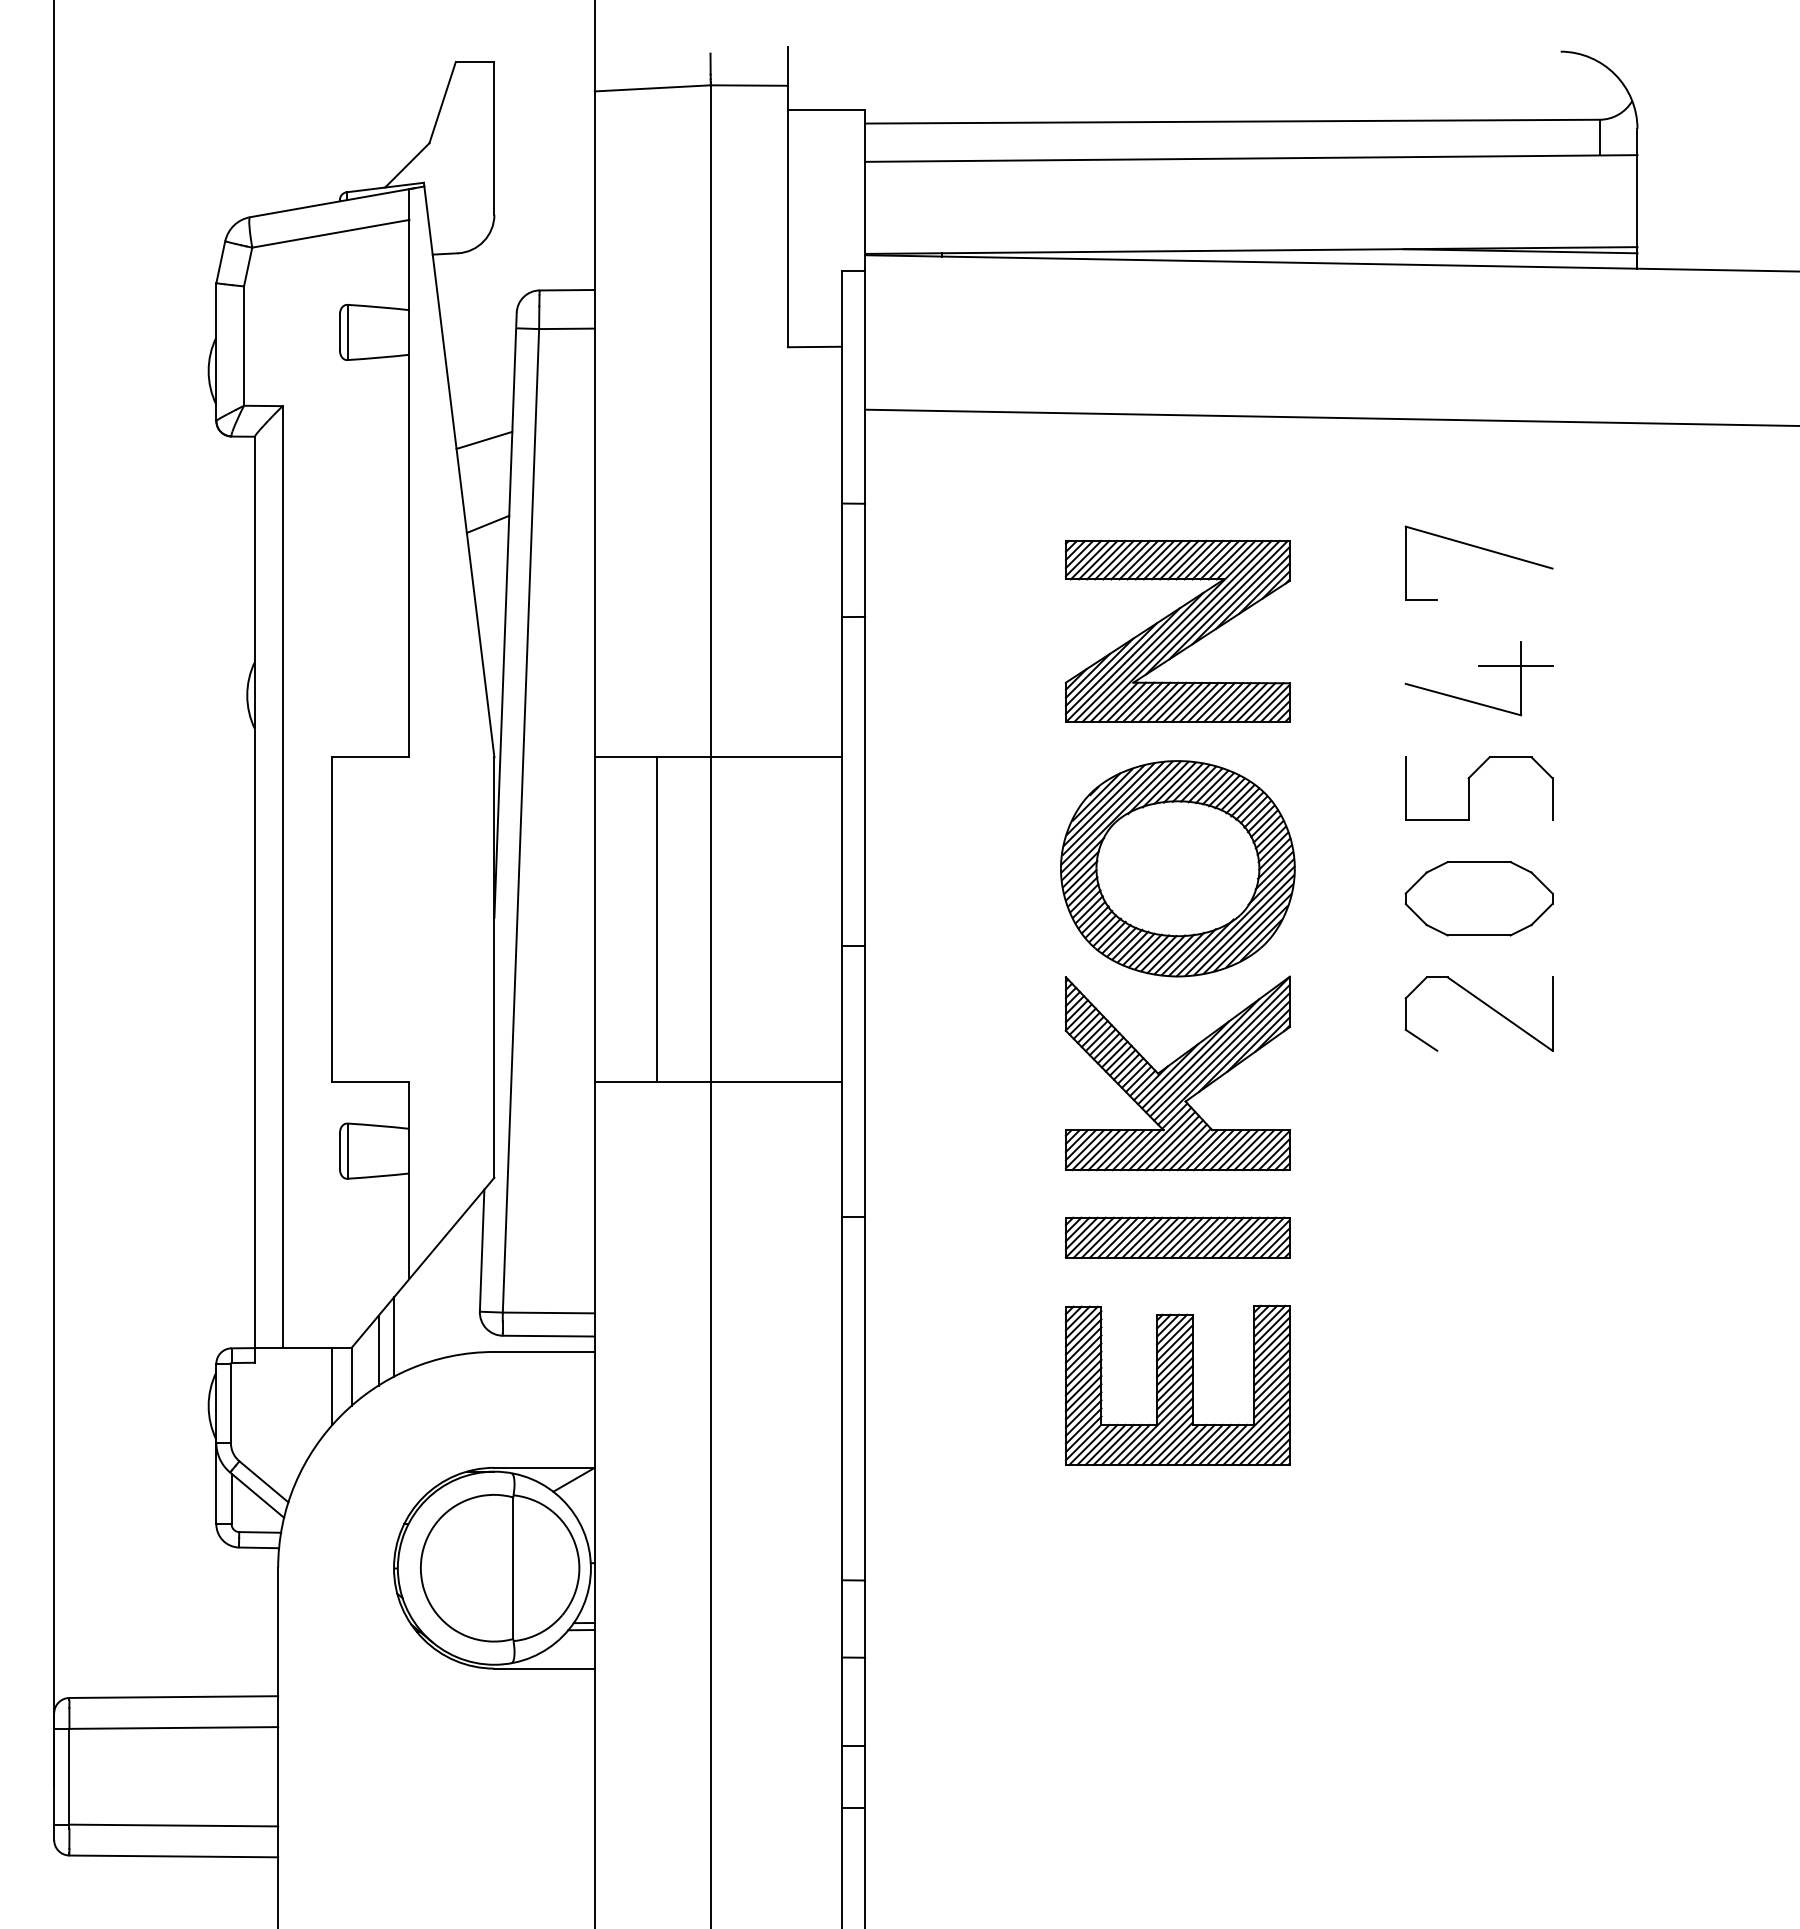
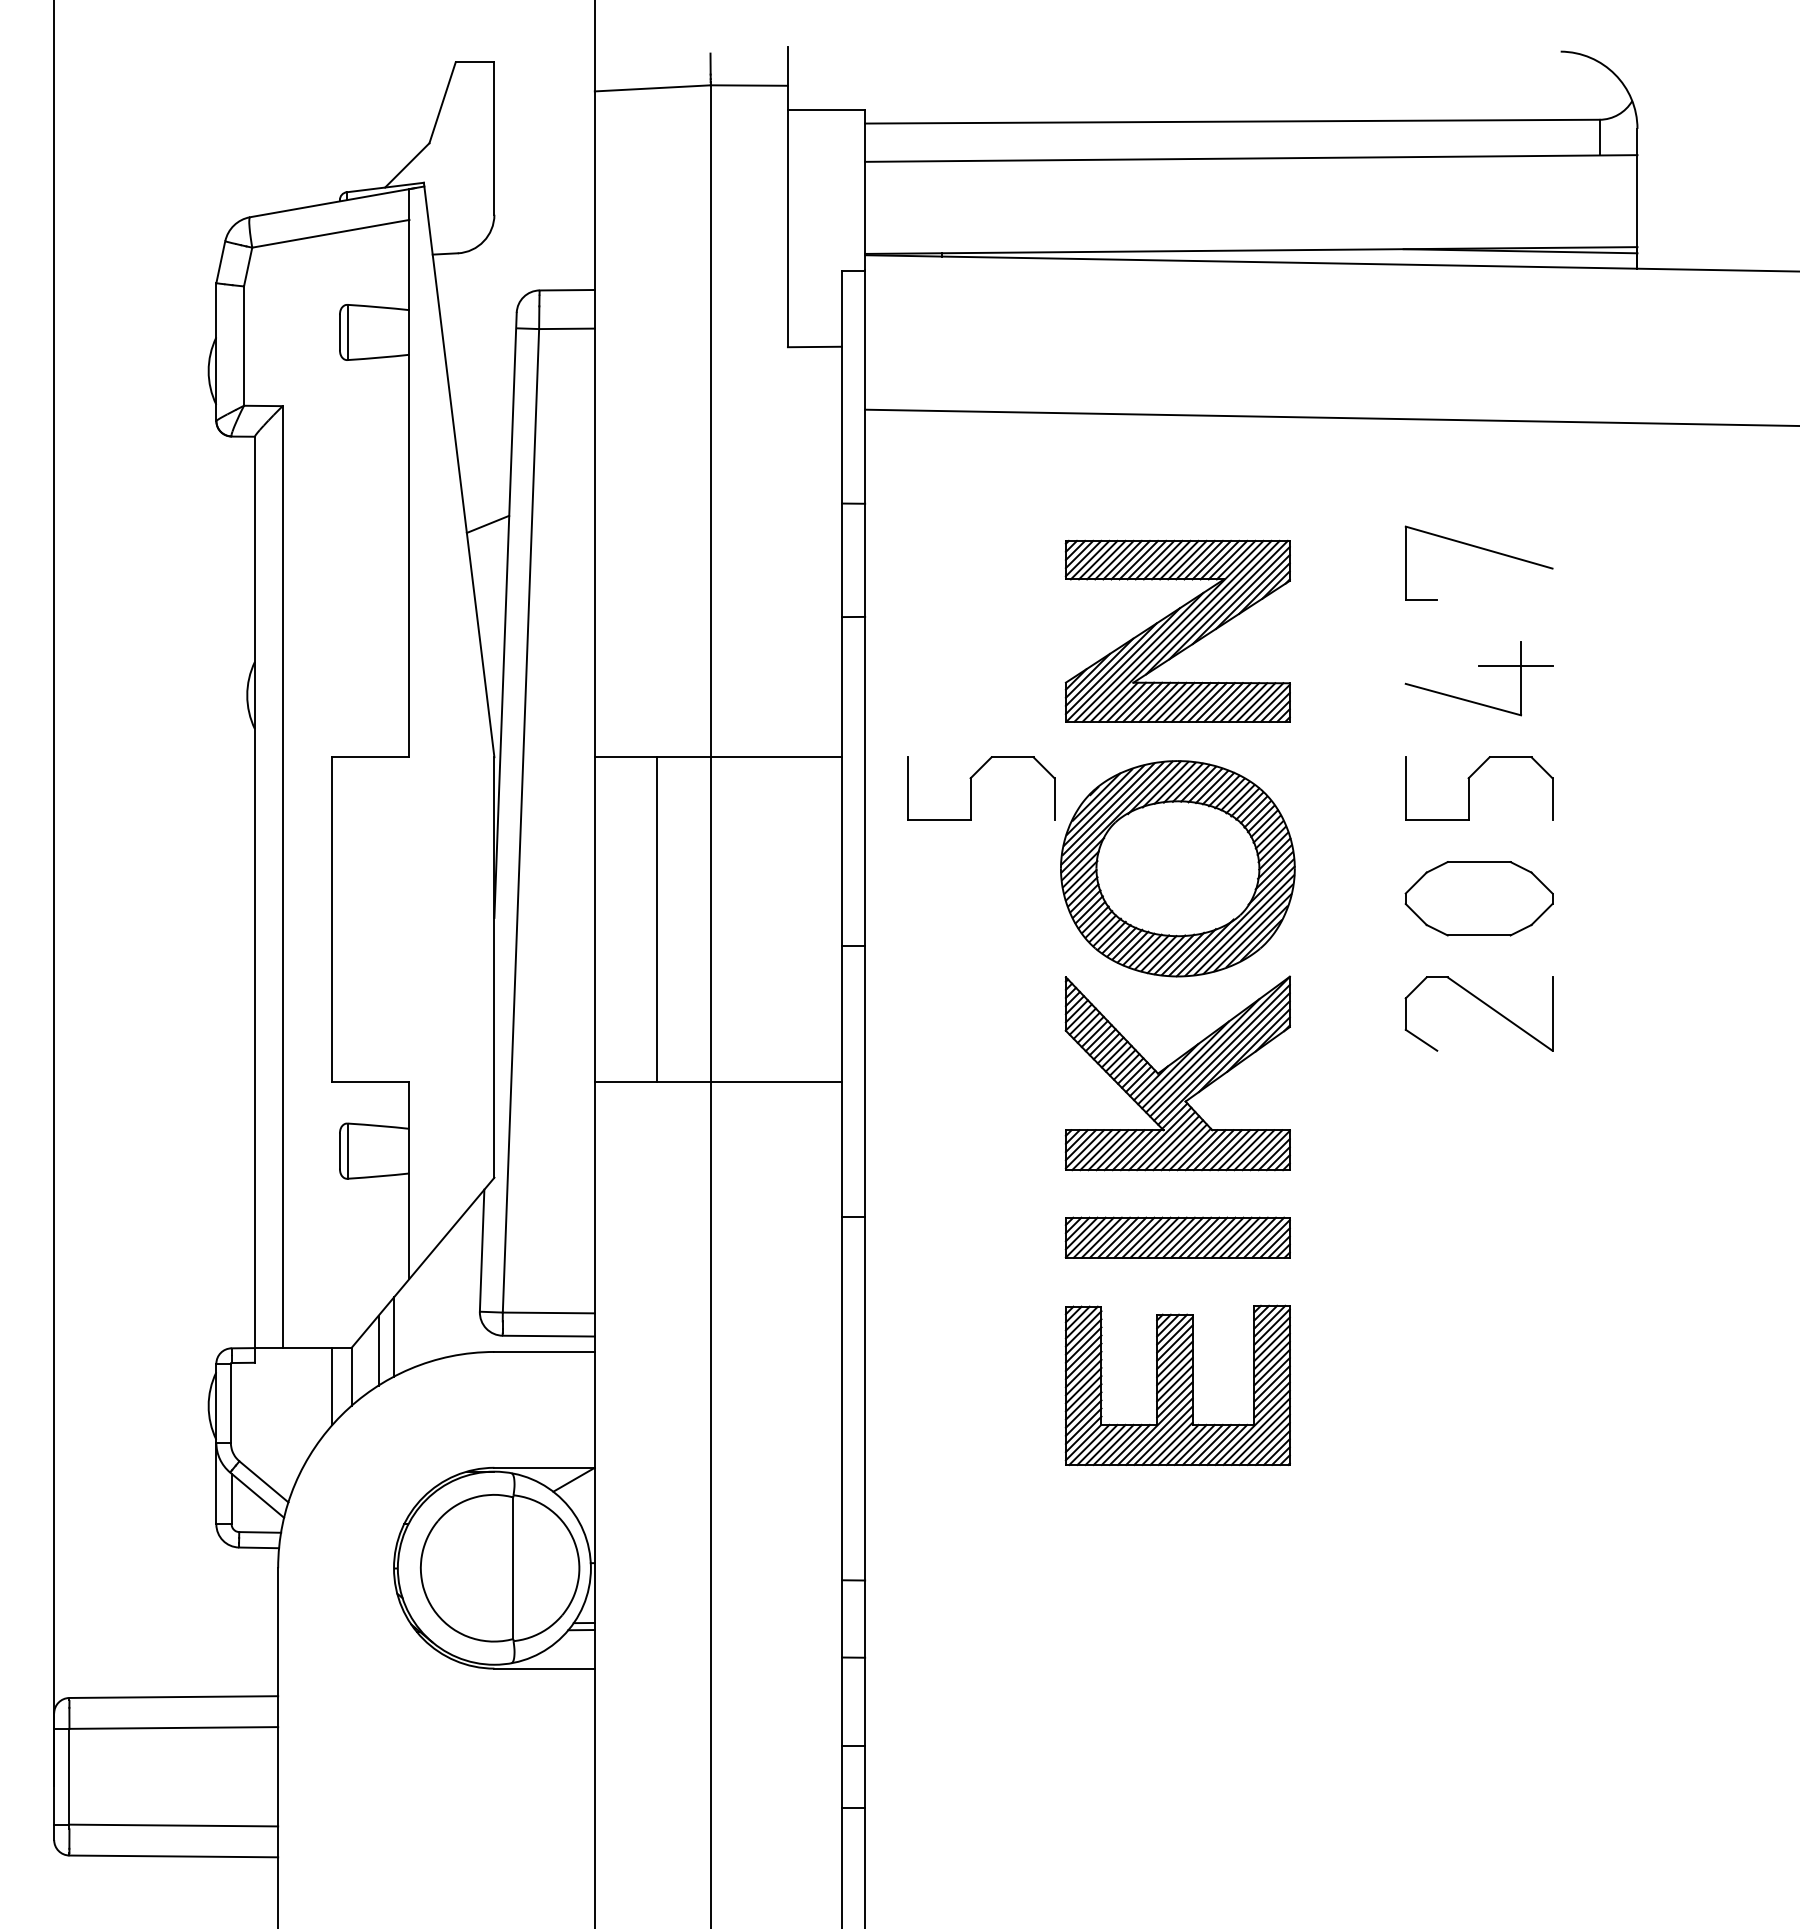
line at (484, 439): present -> none
part at (971, 788): none -> present
